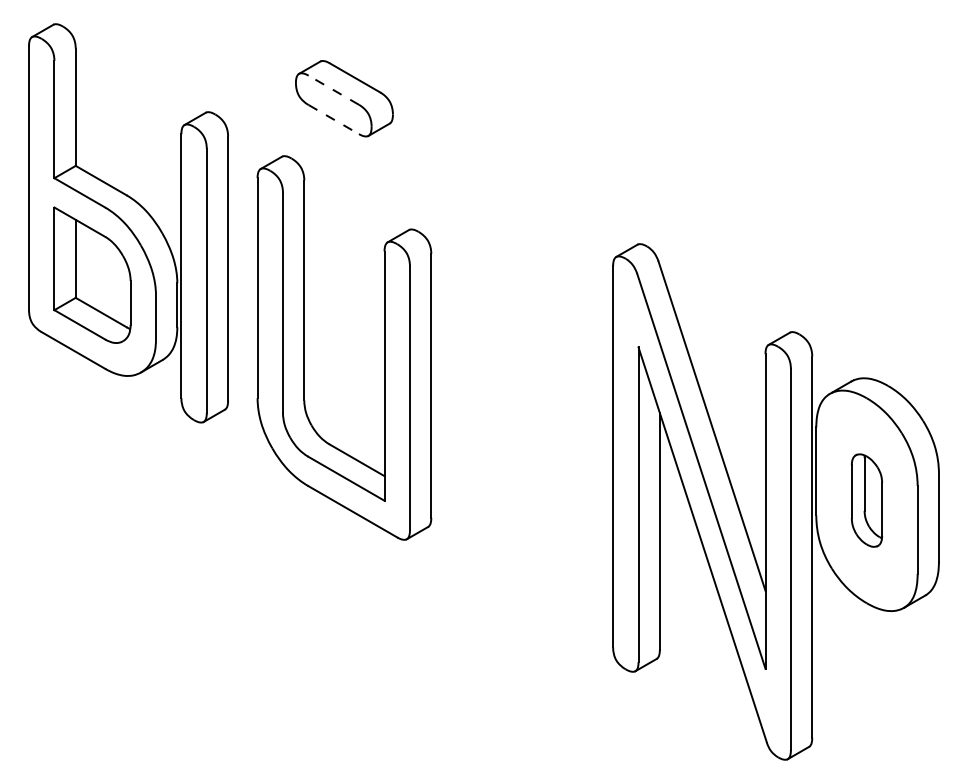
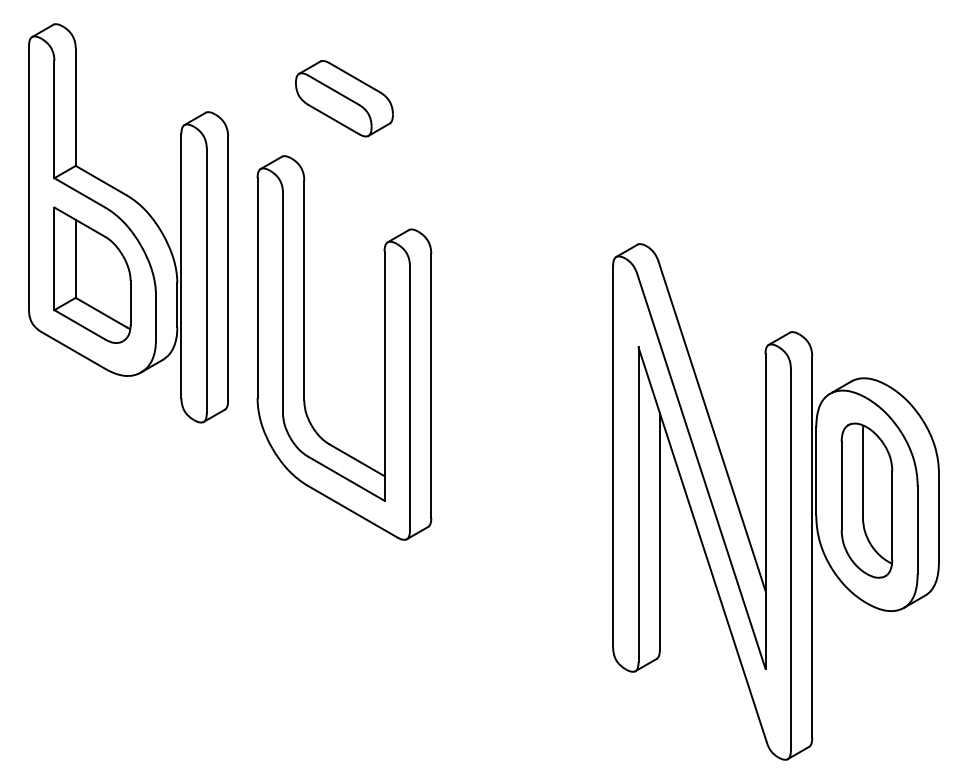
line at (333, 89): dashed -> solid
line at (334, 119): dashed -> solid
part at (866, 500) size: 32x95 px -> 54x157 px
